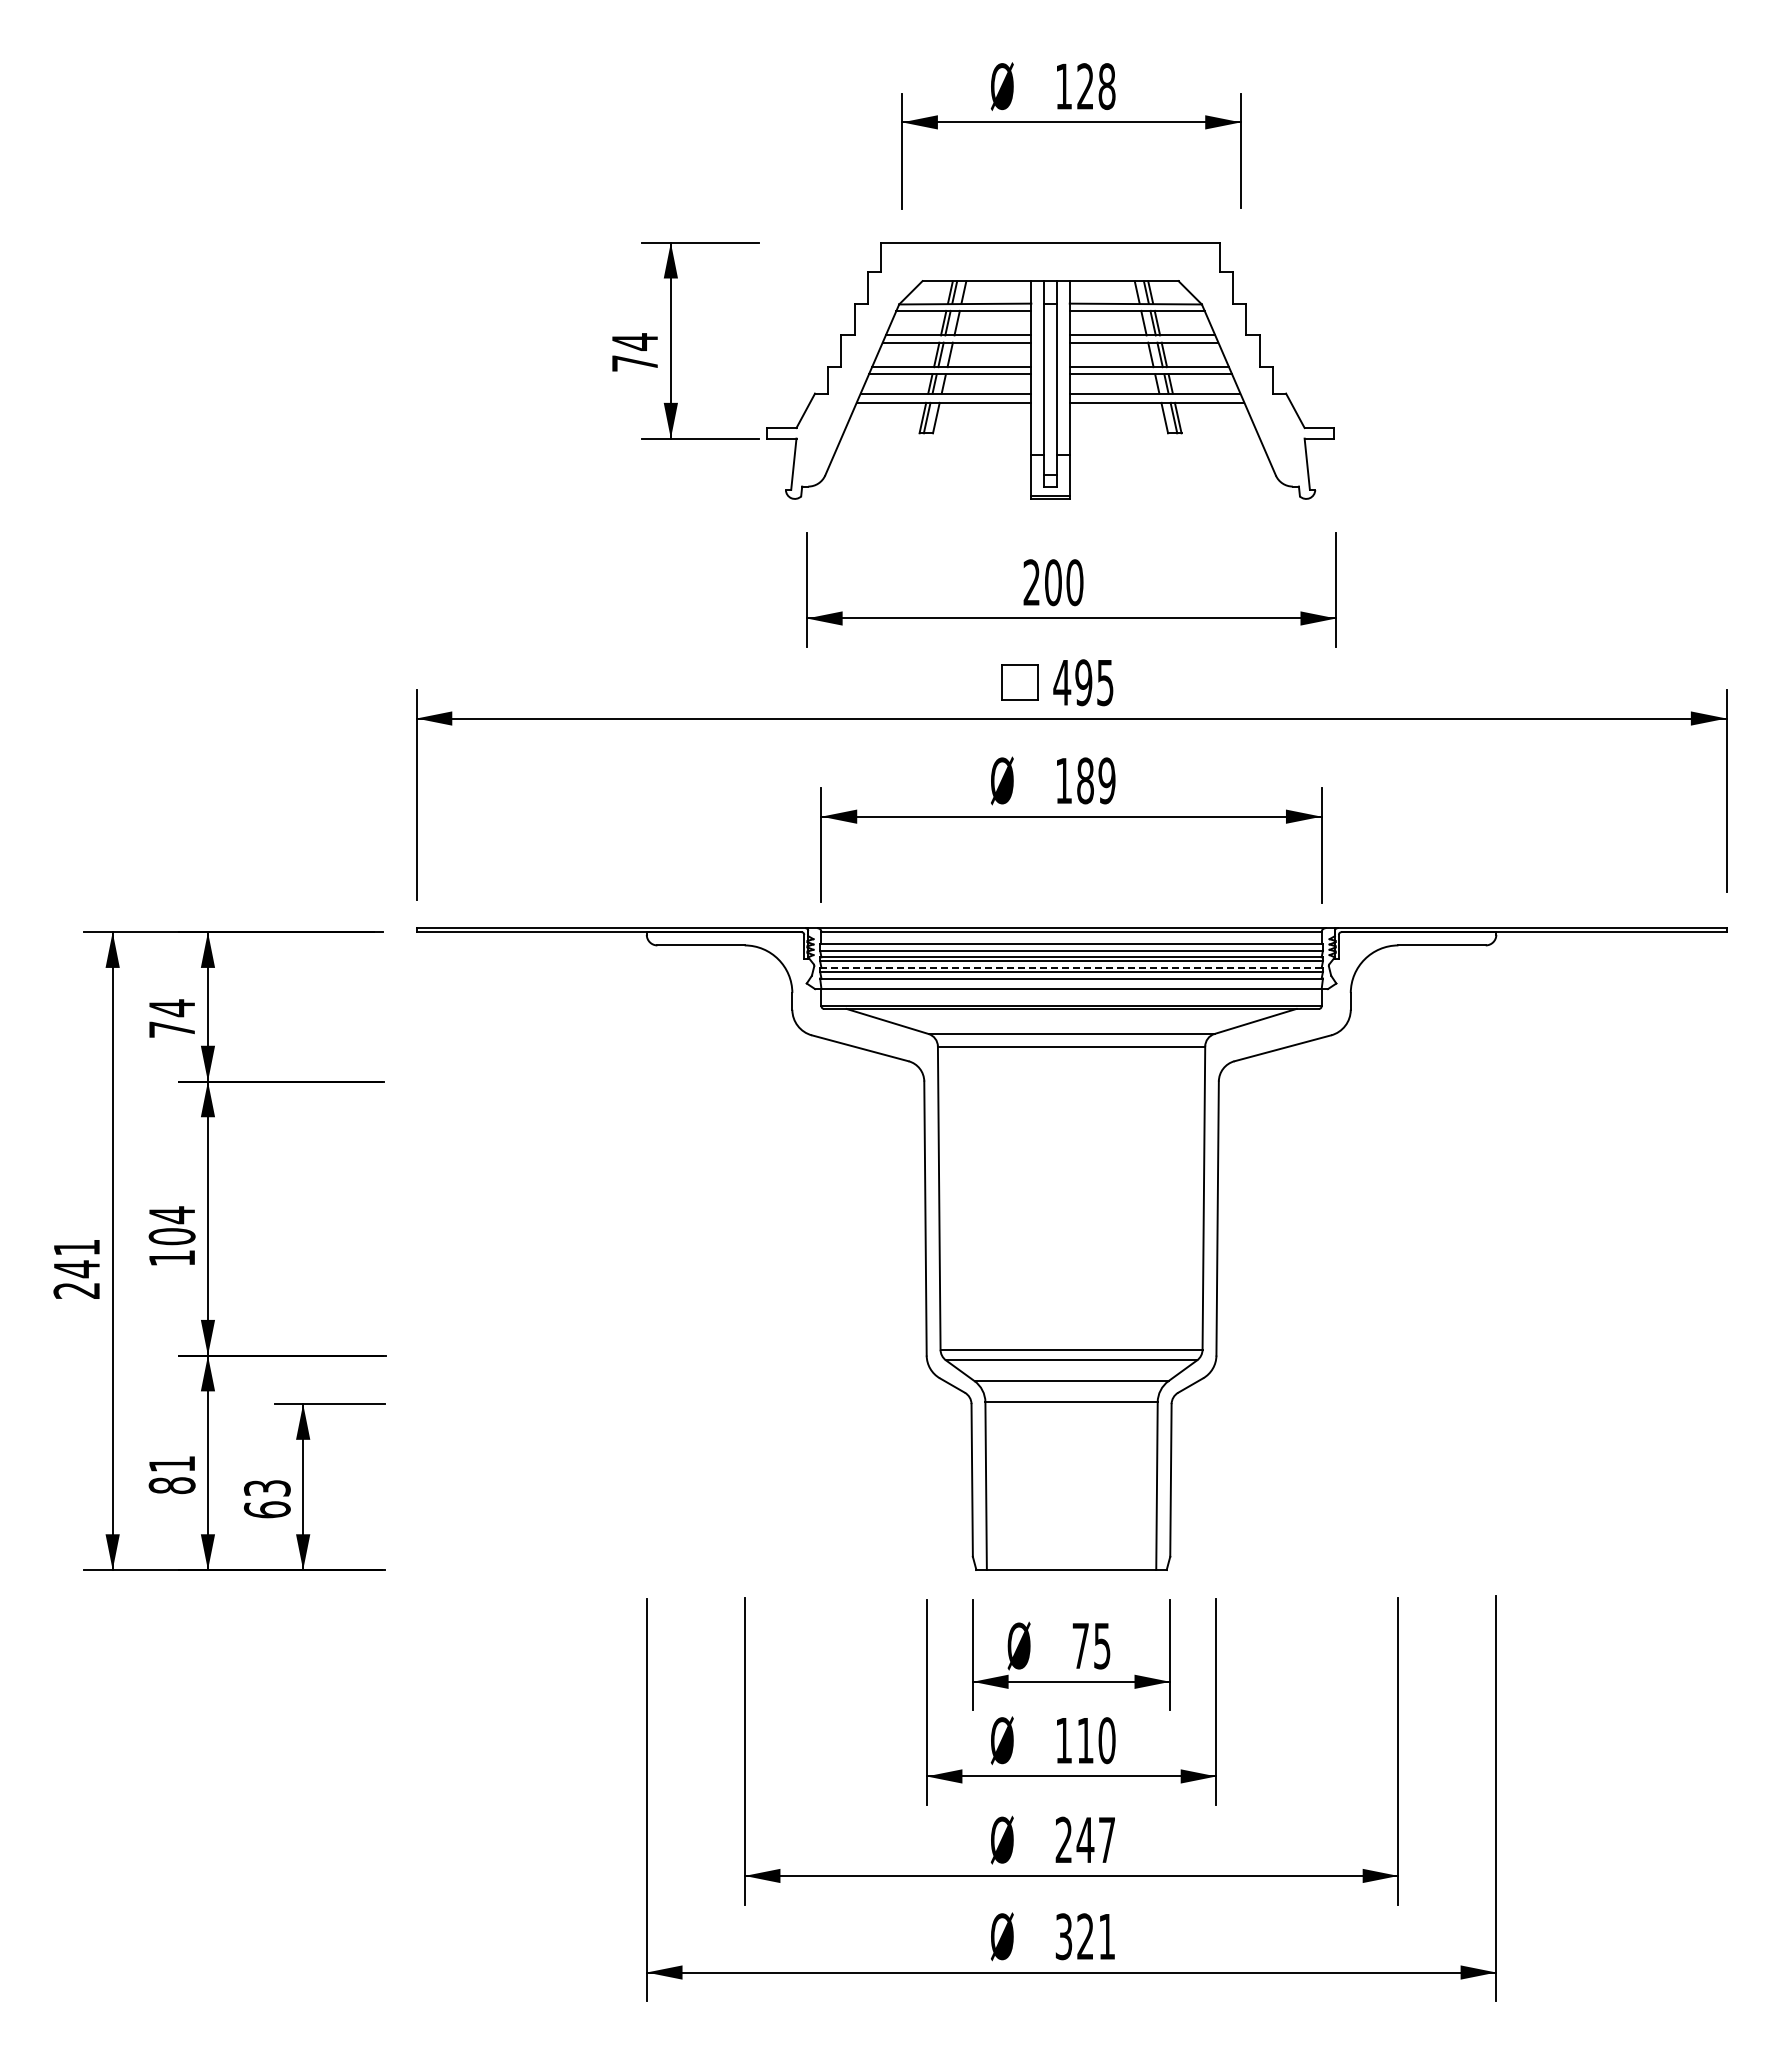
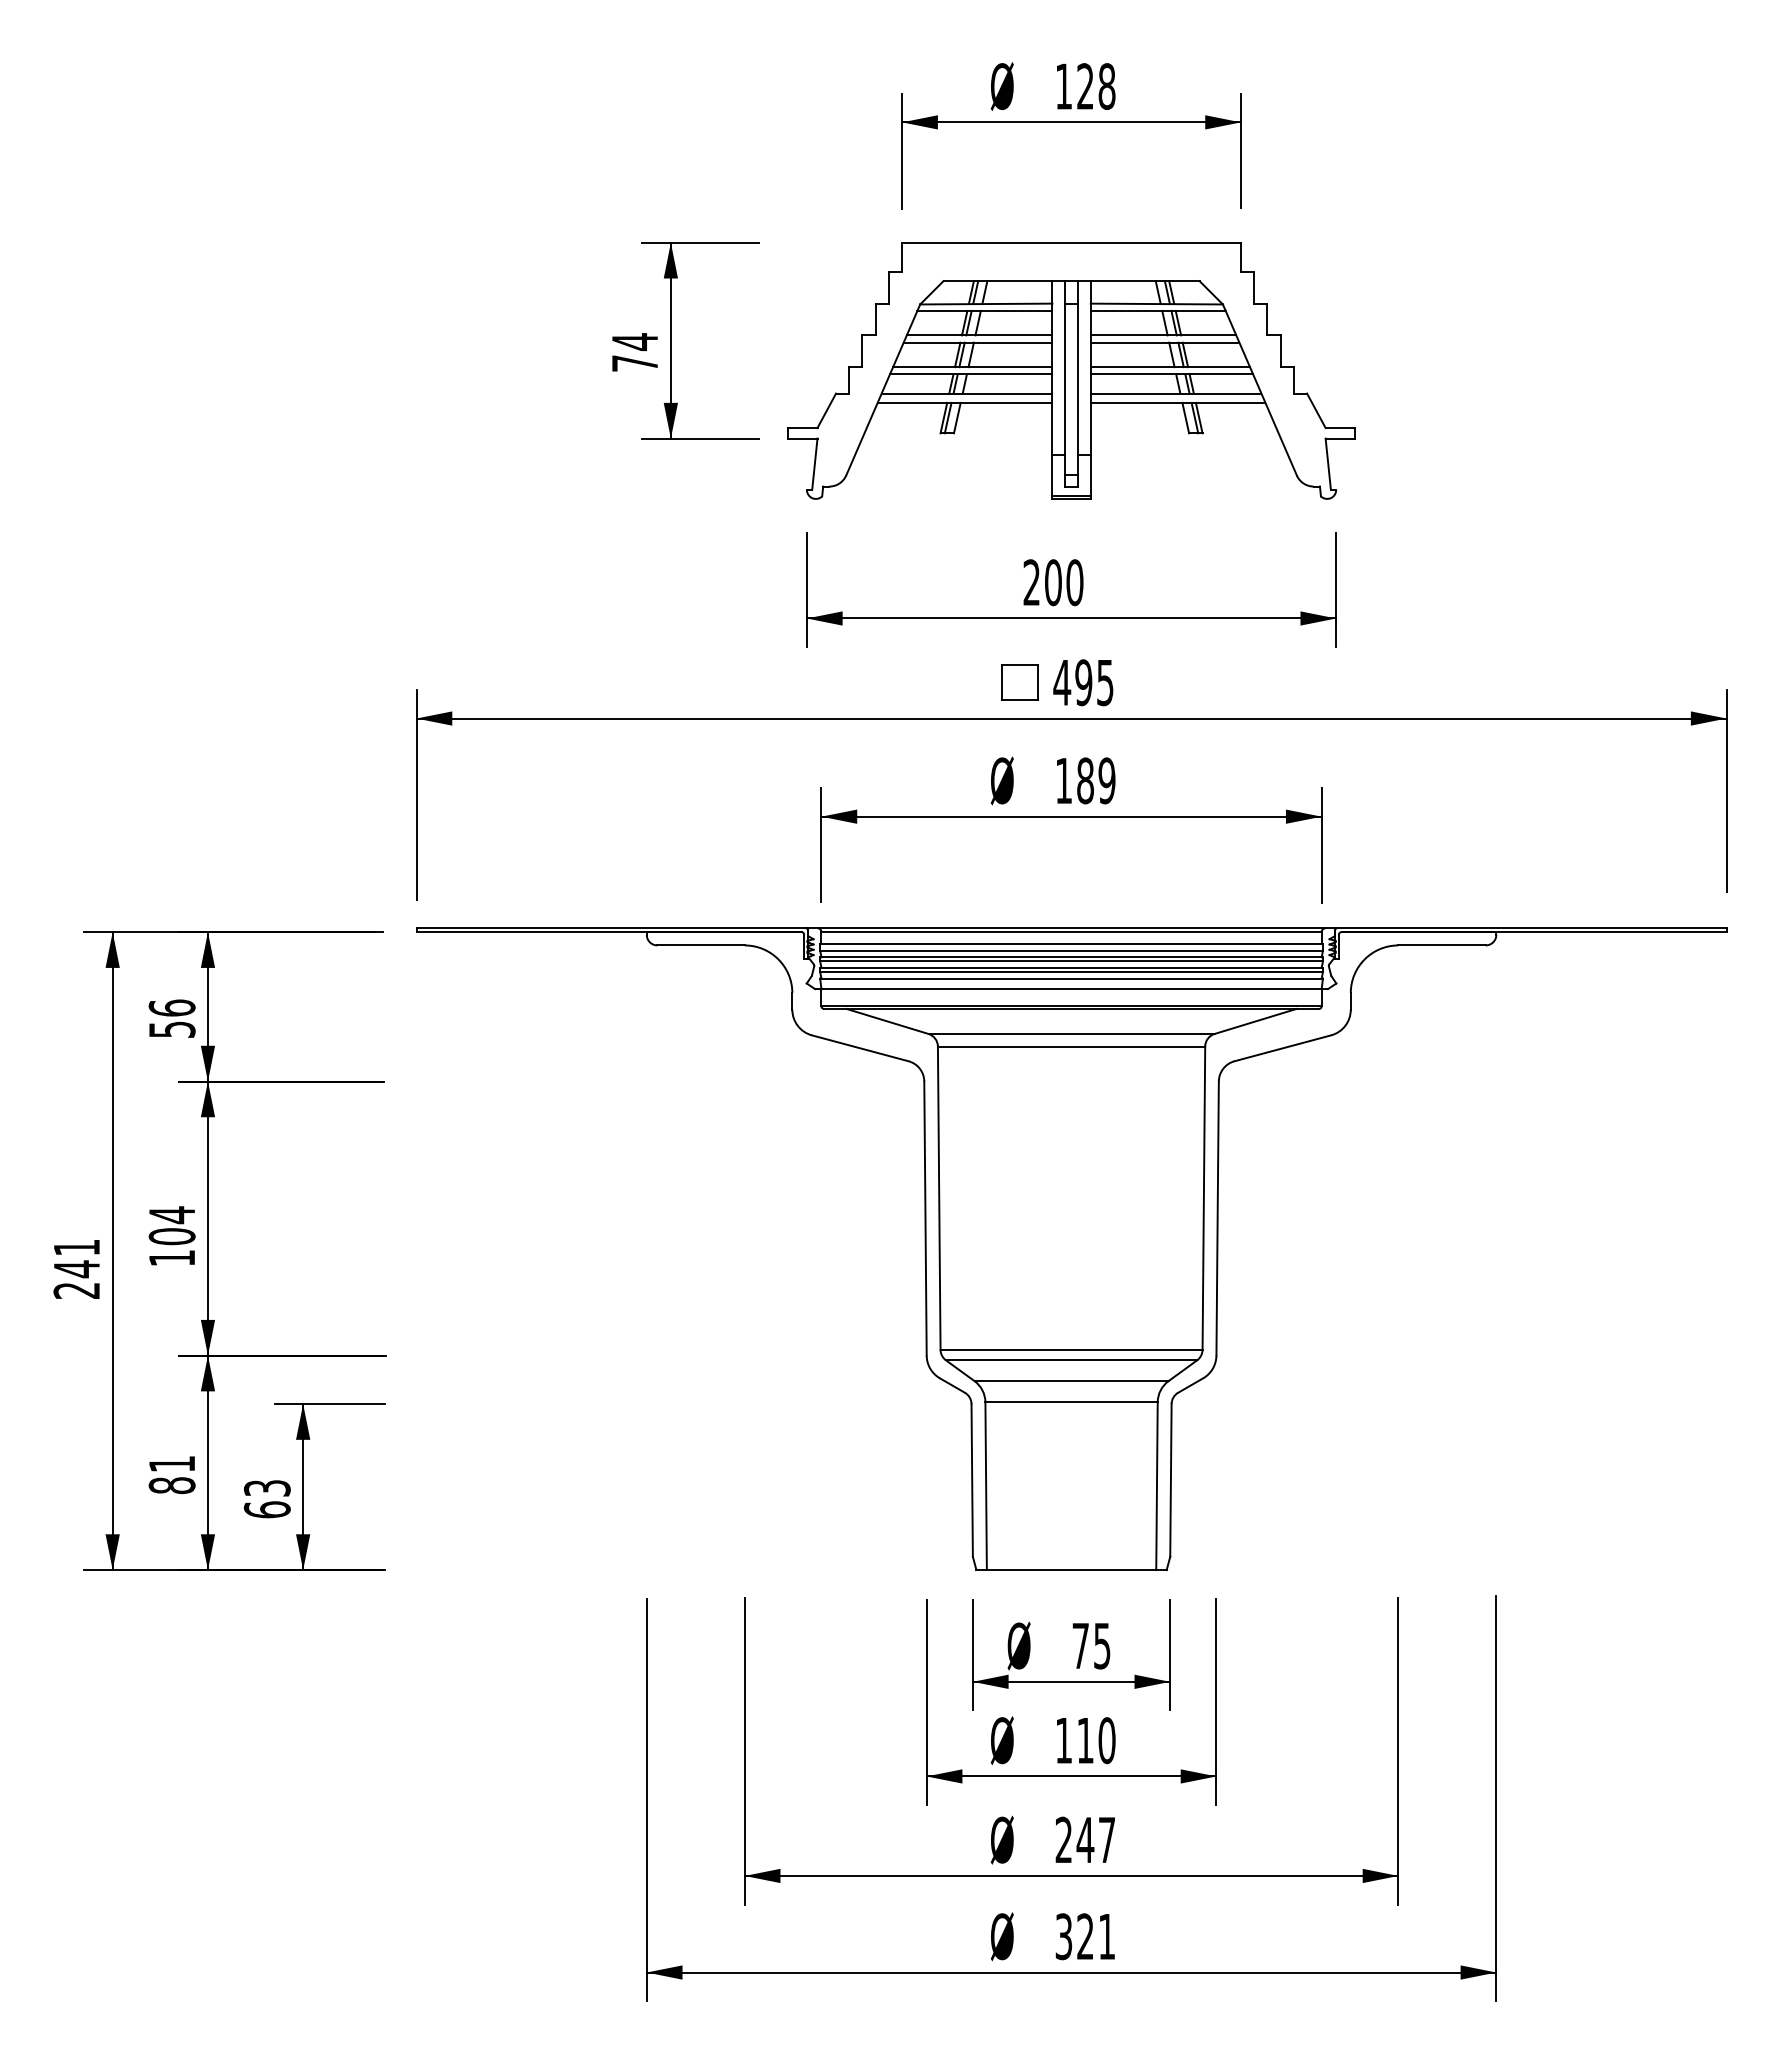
part at (1050, 370) position: (1050, 370) -> (1071, 370)
line at (1071, 967): dashed -> solid
text at (171, 1018): 74 -> 56
